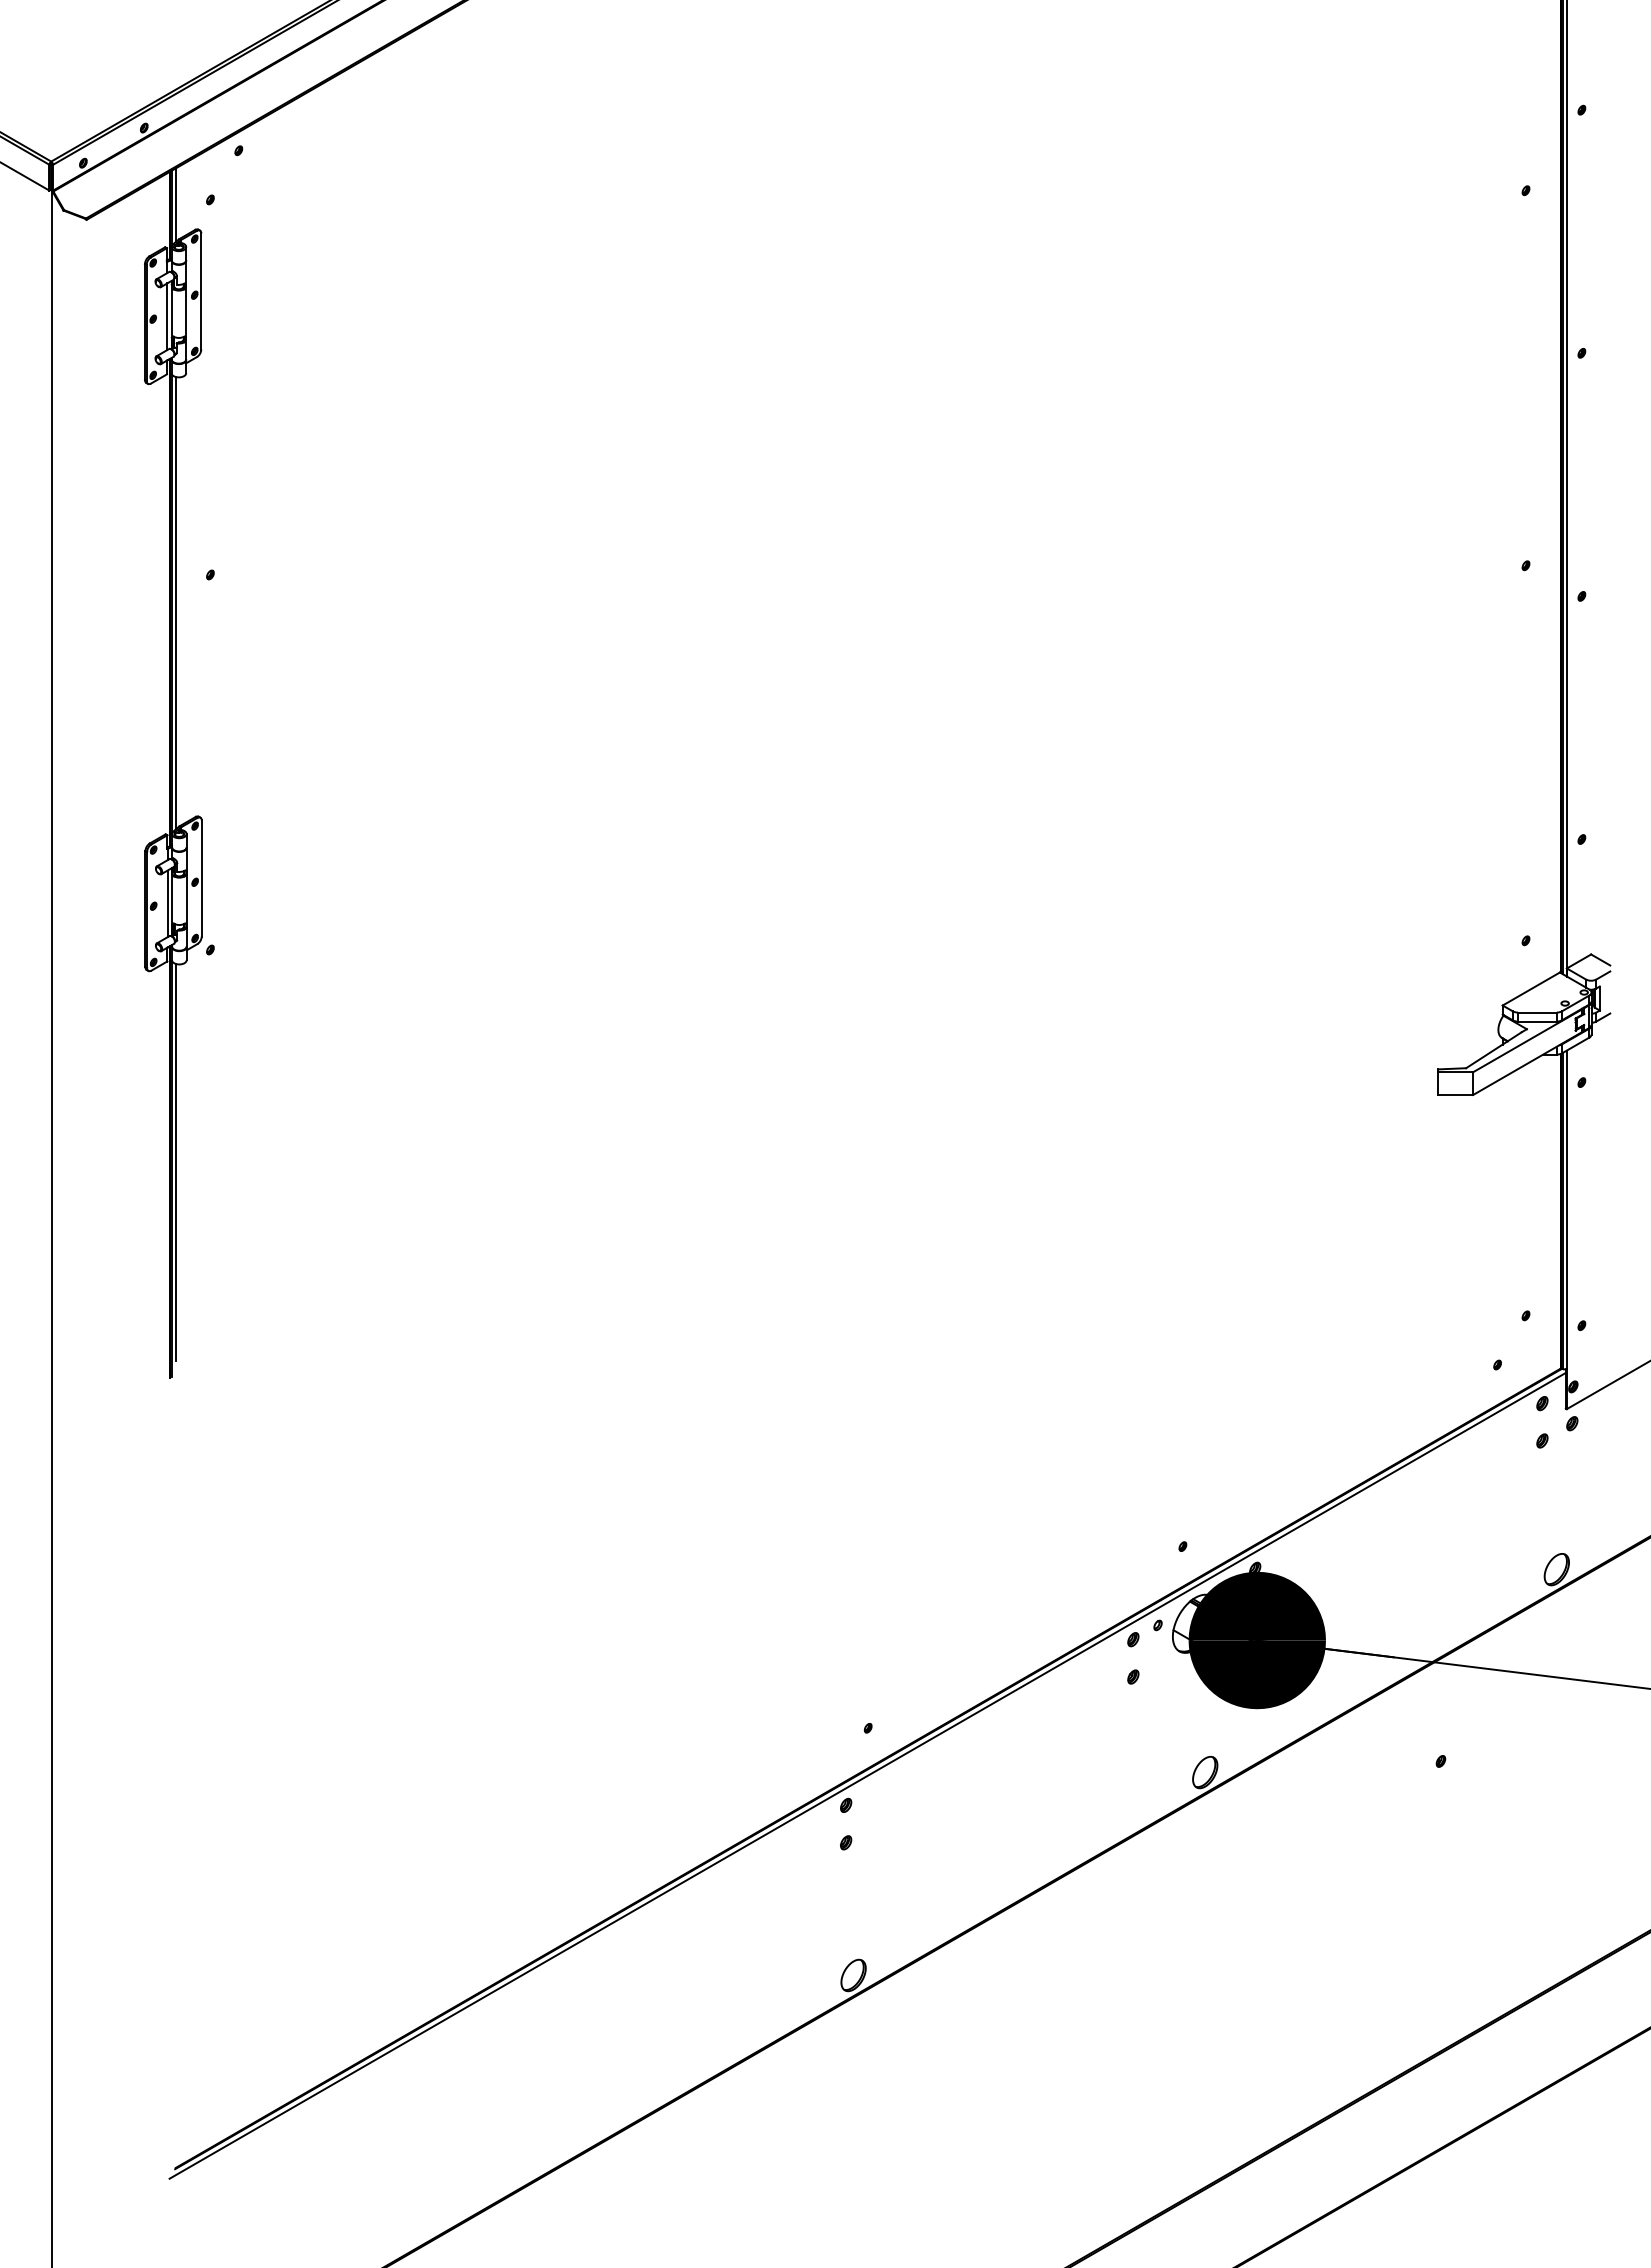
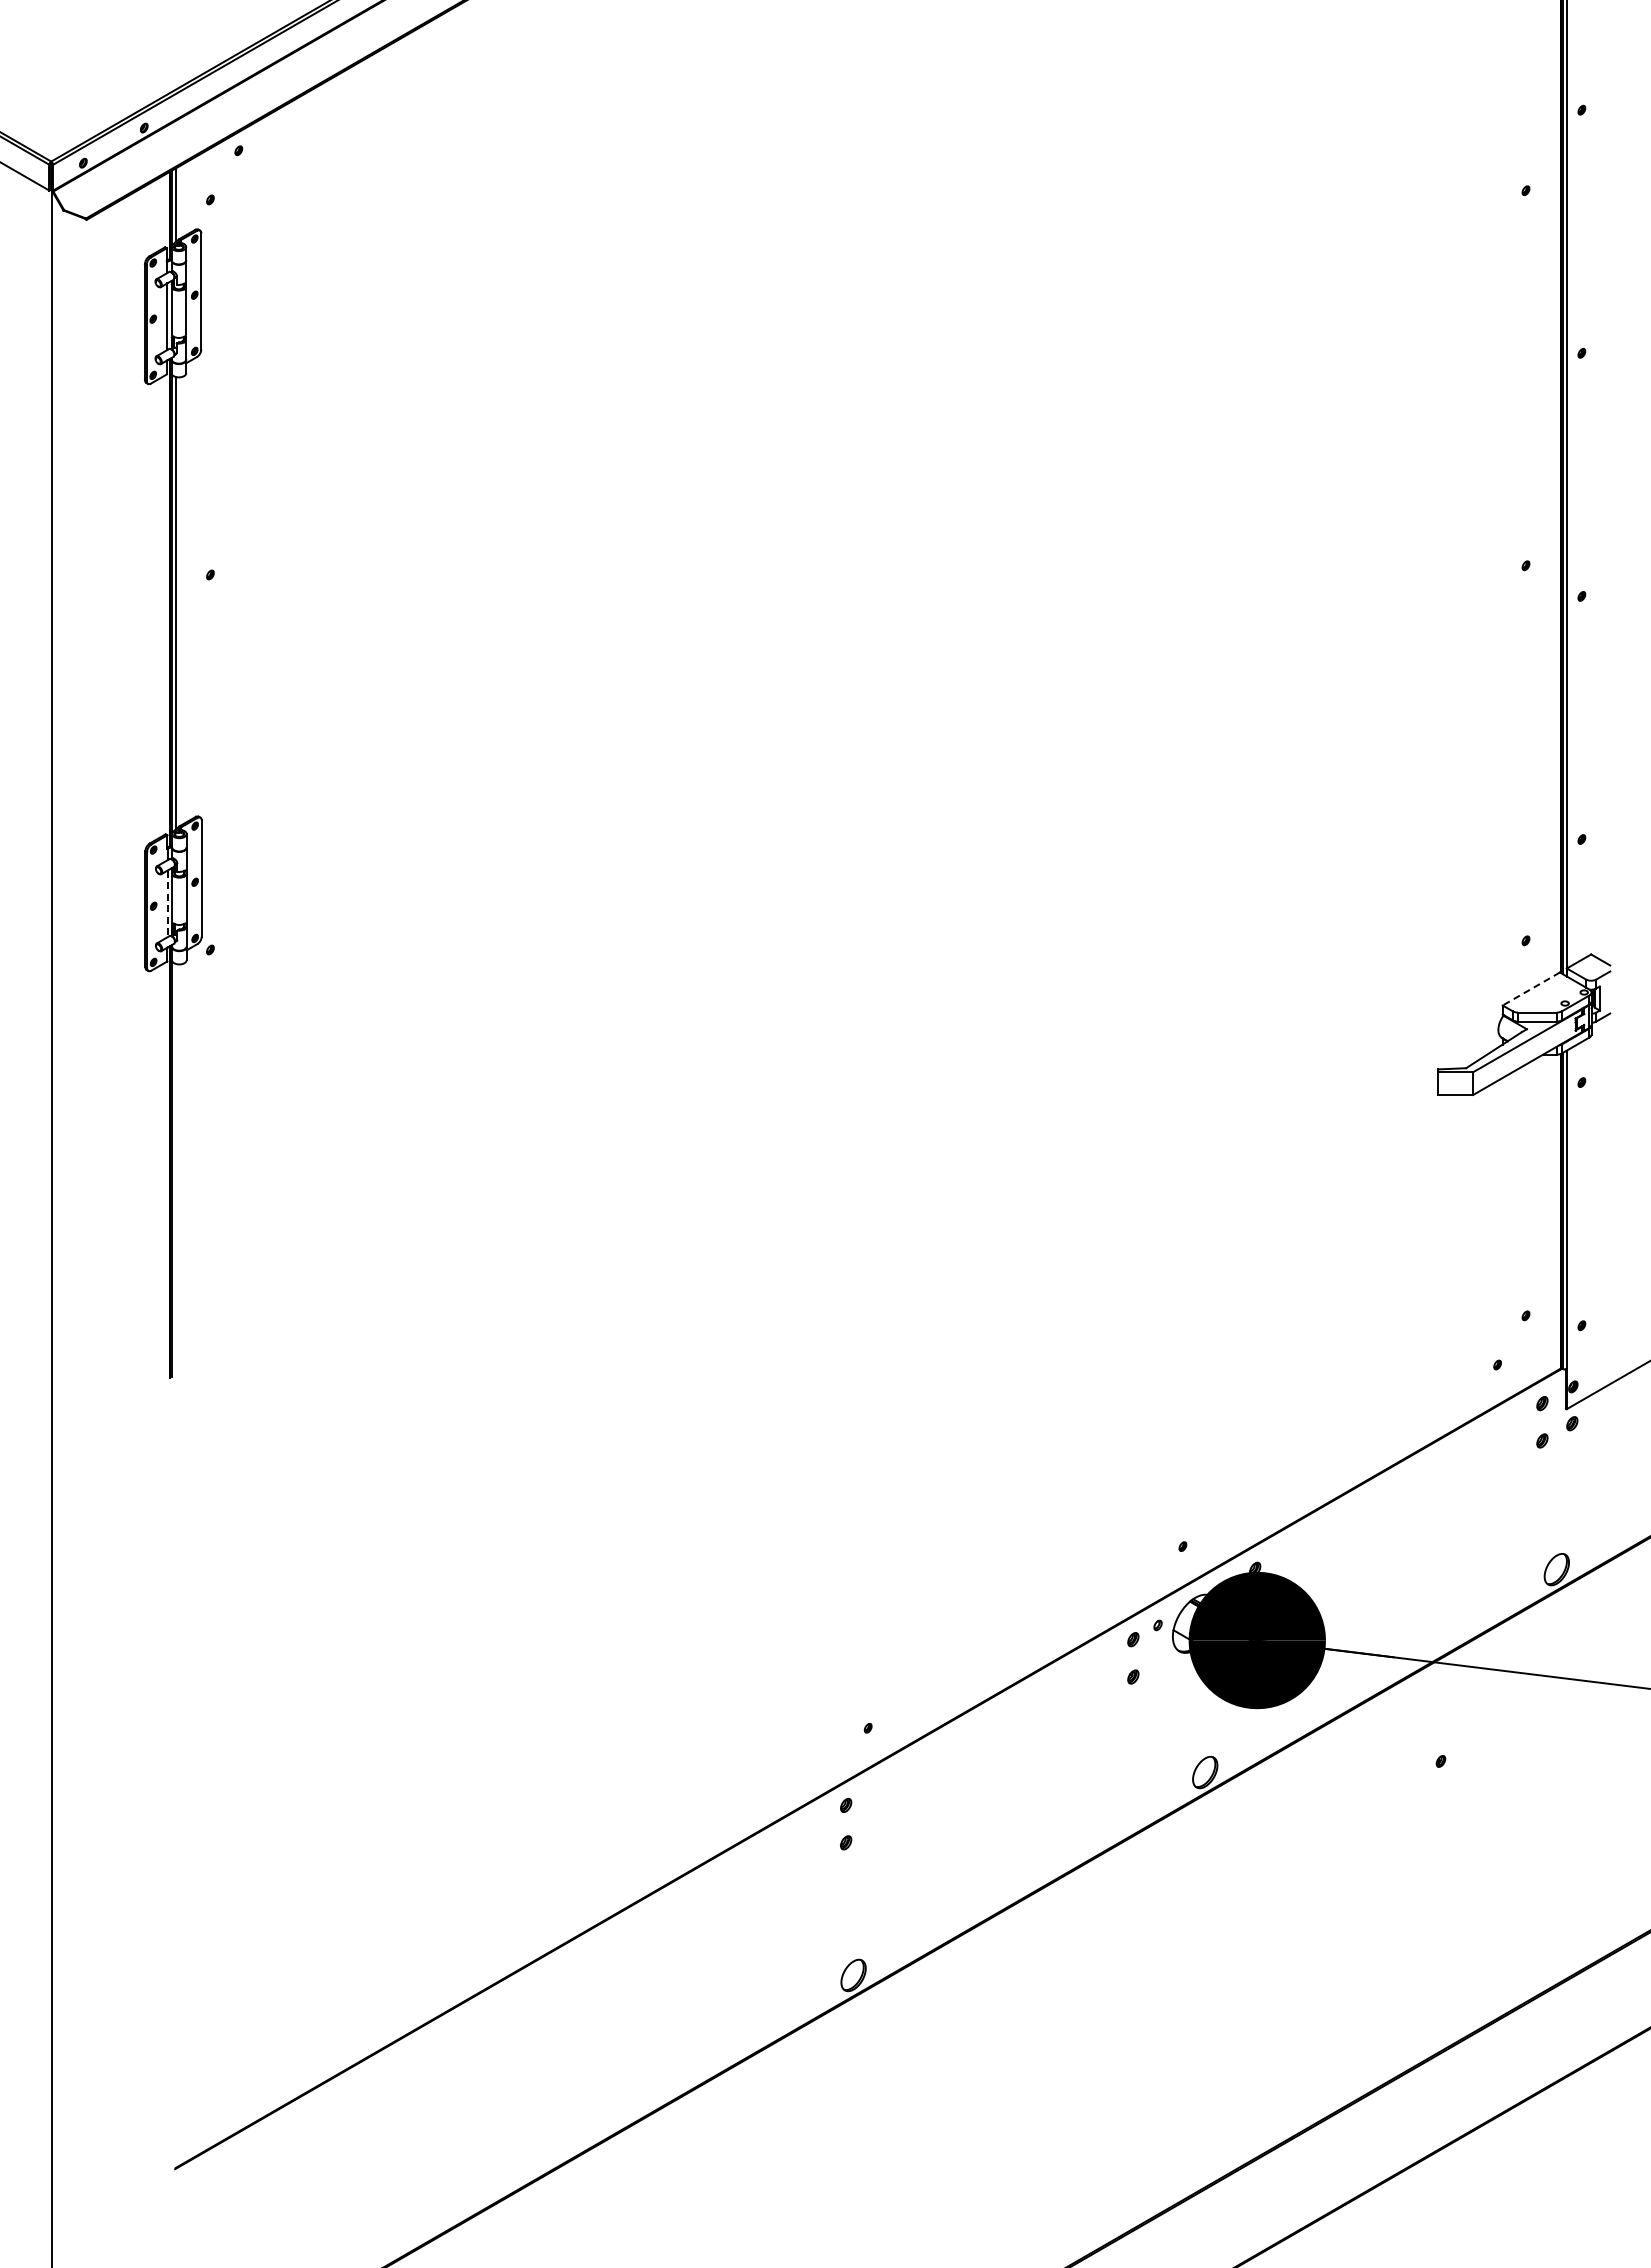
line at (167, 904): solid -> dashed
line at (1530, 989): solid -> dashed
line at (175, 1162): present -> none
line at (867, 1775): present -> none
